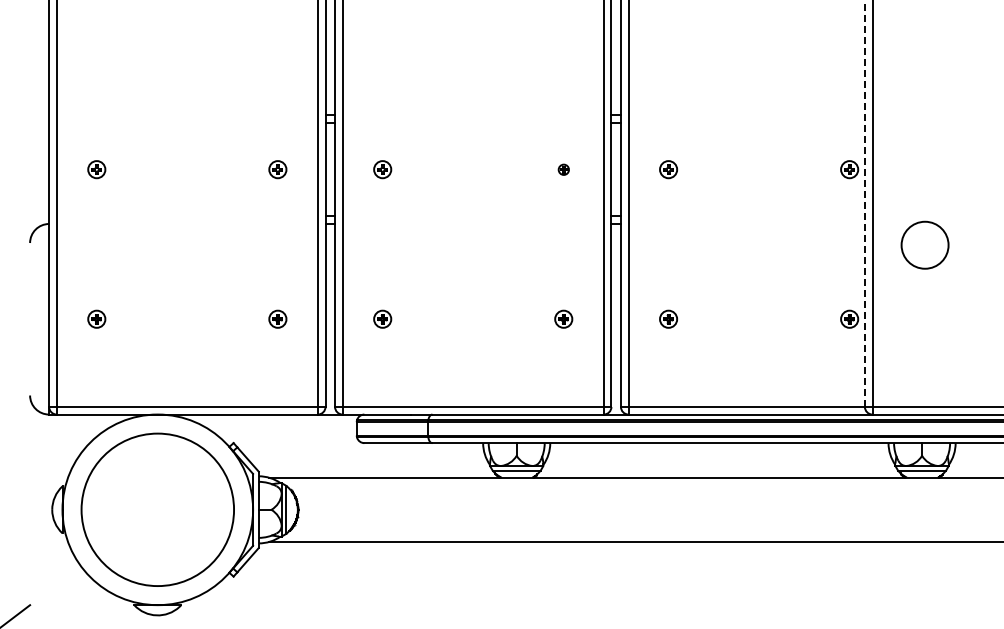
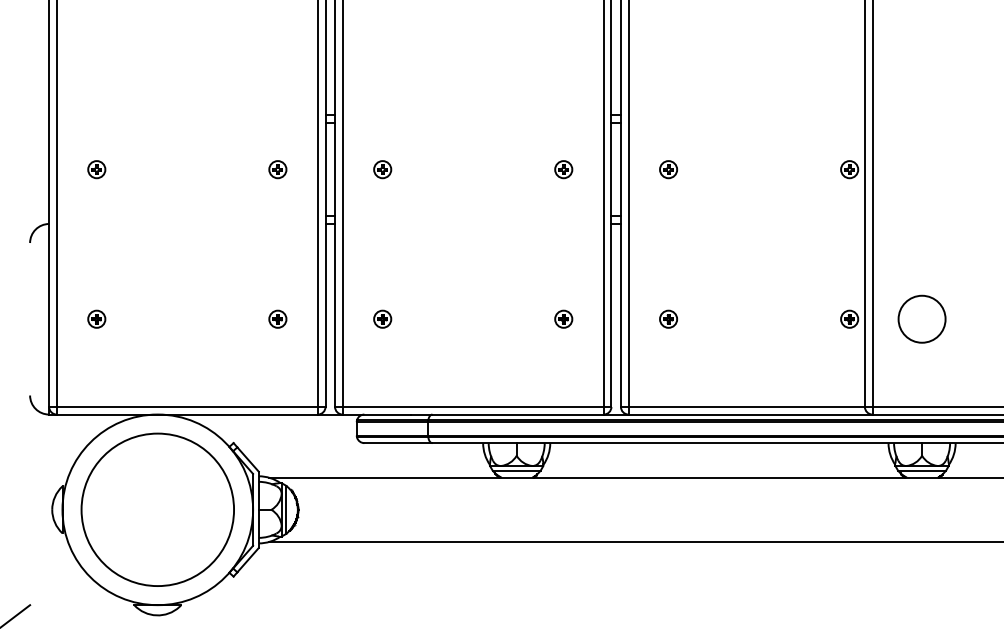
part at (563, 169) size: 13x13 px -> 20x20 px
line at (864, 203): dashed -> solid
circle at (924, 244) position: (924, 244) -> (921, 318)
